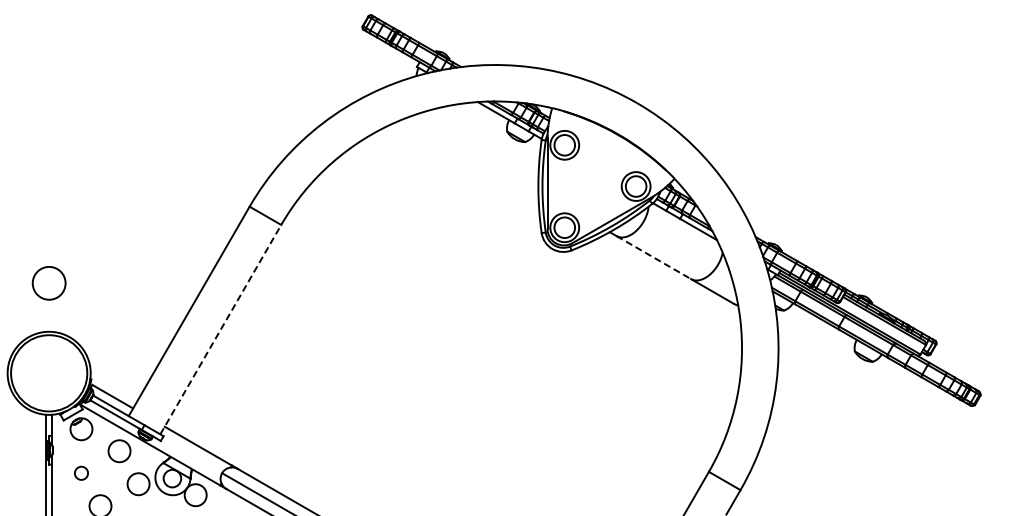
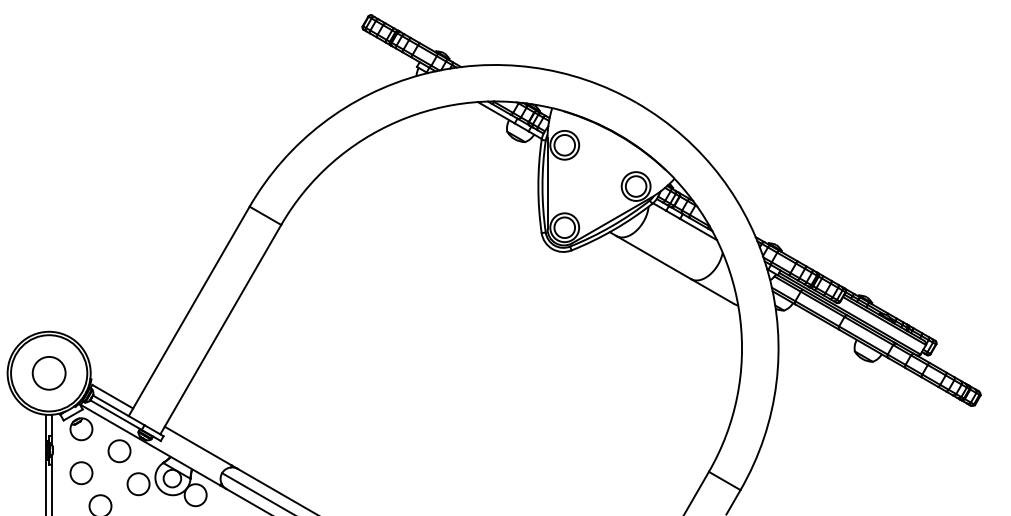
line at (654, 257): dashed -> solid
circle at (48, 283) position: (48, 283) -> (48, 373)
line at (220, 329): dashed -> solid
circle at (81, 472) size: 15x16 px -> 25x25 px
